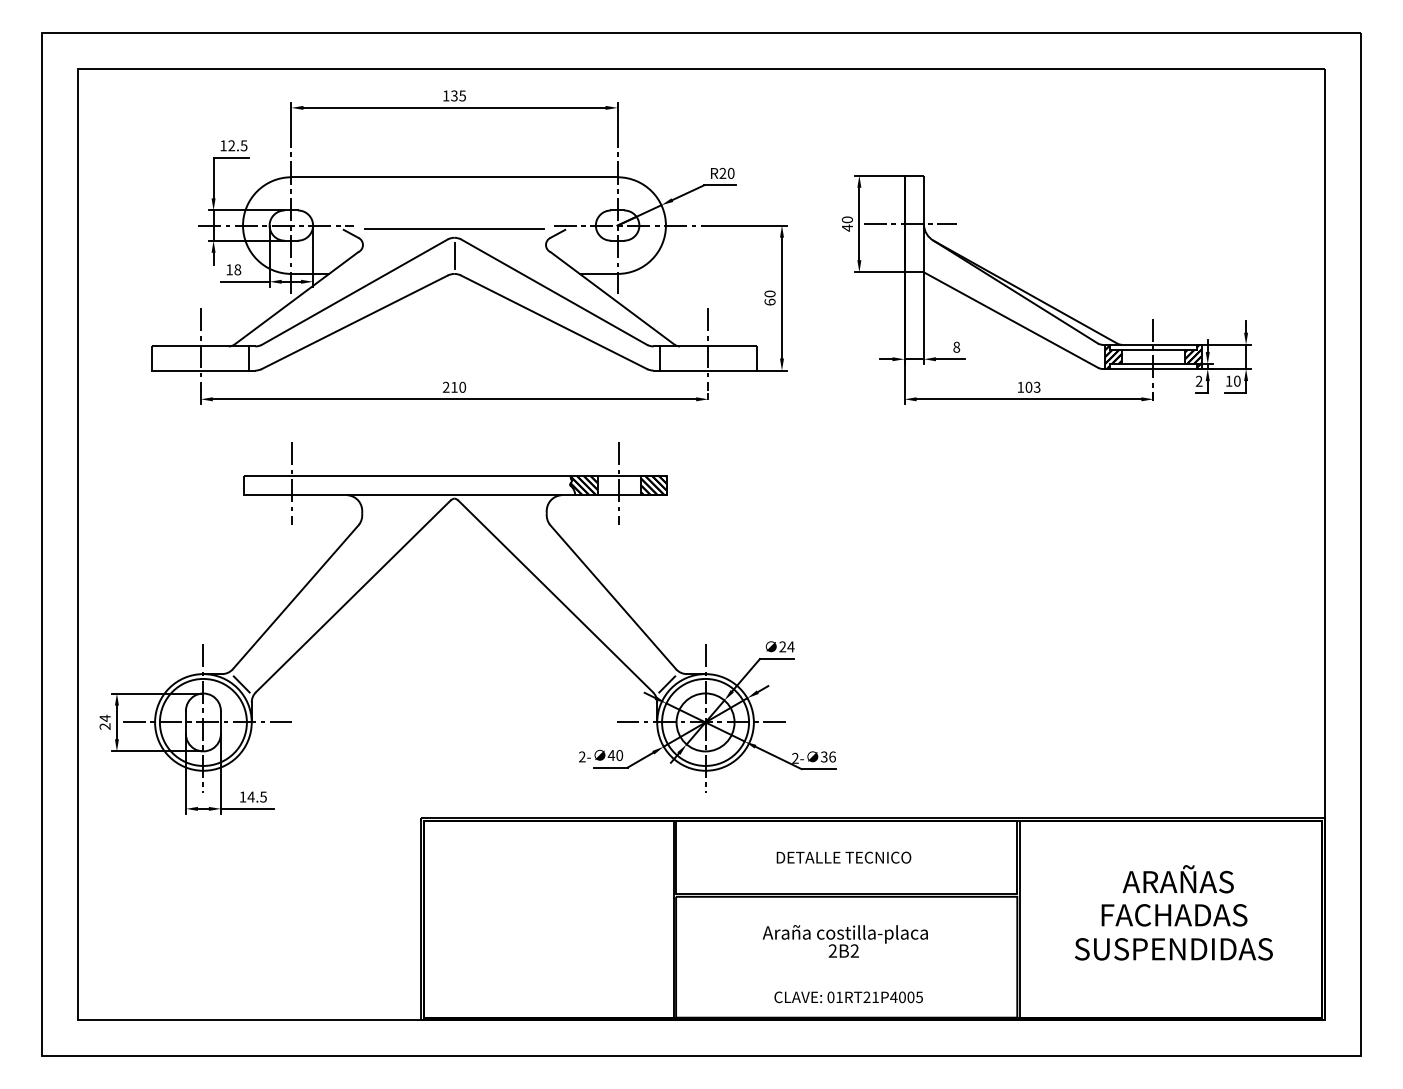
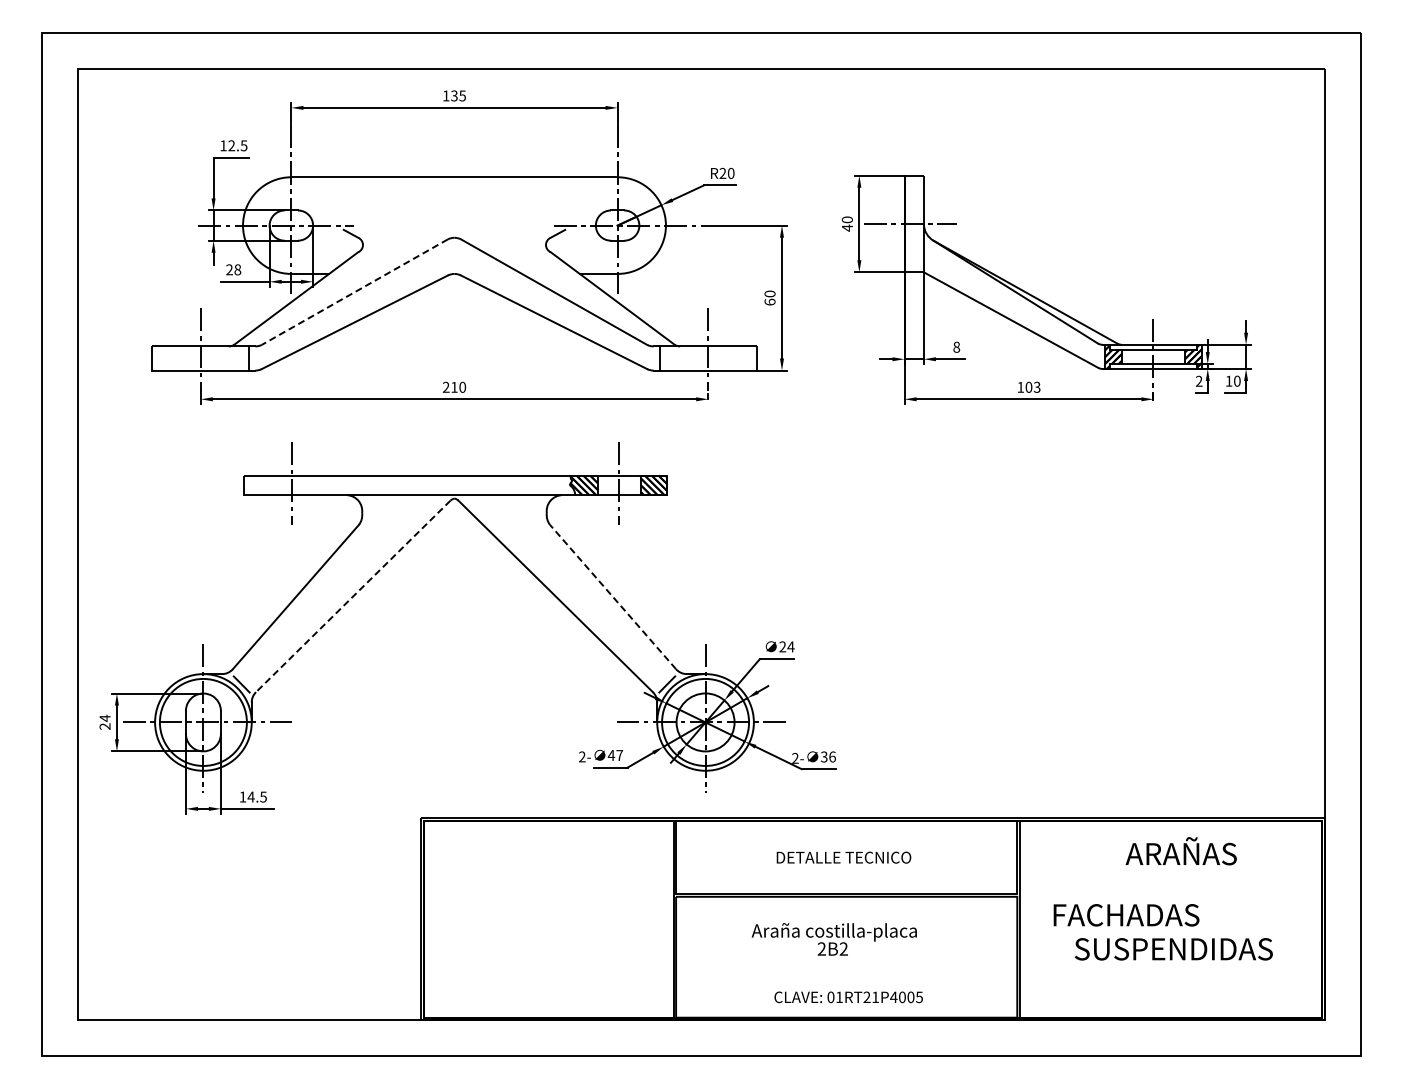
line at (454, 229): present -> none
line at (454, 255): present -> none
text at (229, 269): 18 -> 28
line at (354, 292): solid -> dashed
line at (352, 596): solid -> dashed
line at (613, 597): solid -> dashed
text at (619, 755): 40 -> 47
text at (1177, 879) position: (1177, 879) -> (1180, 851)
text at (1174, 915) position: (1174, 915) -> (1126, 915)
text at (844, 941) position: (844, 941) -> (833, 939)
